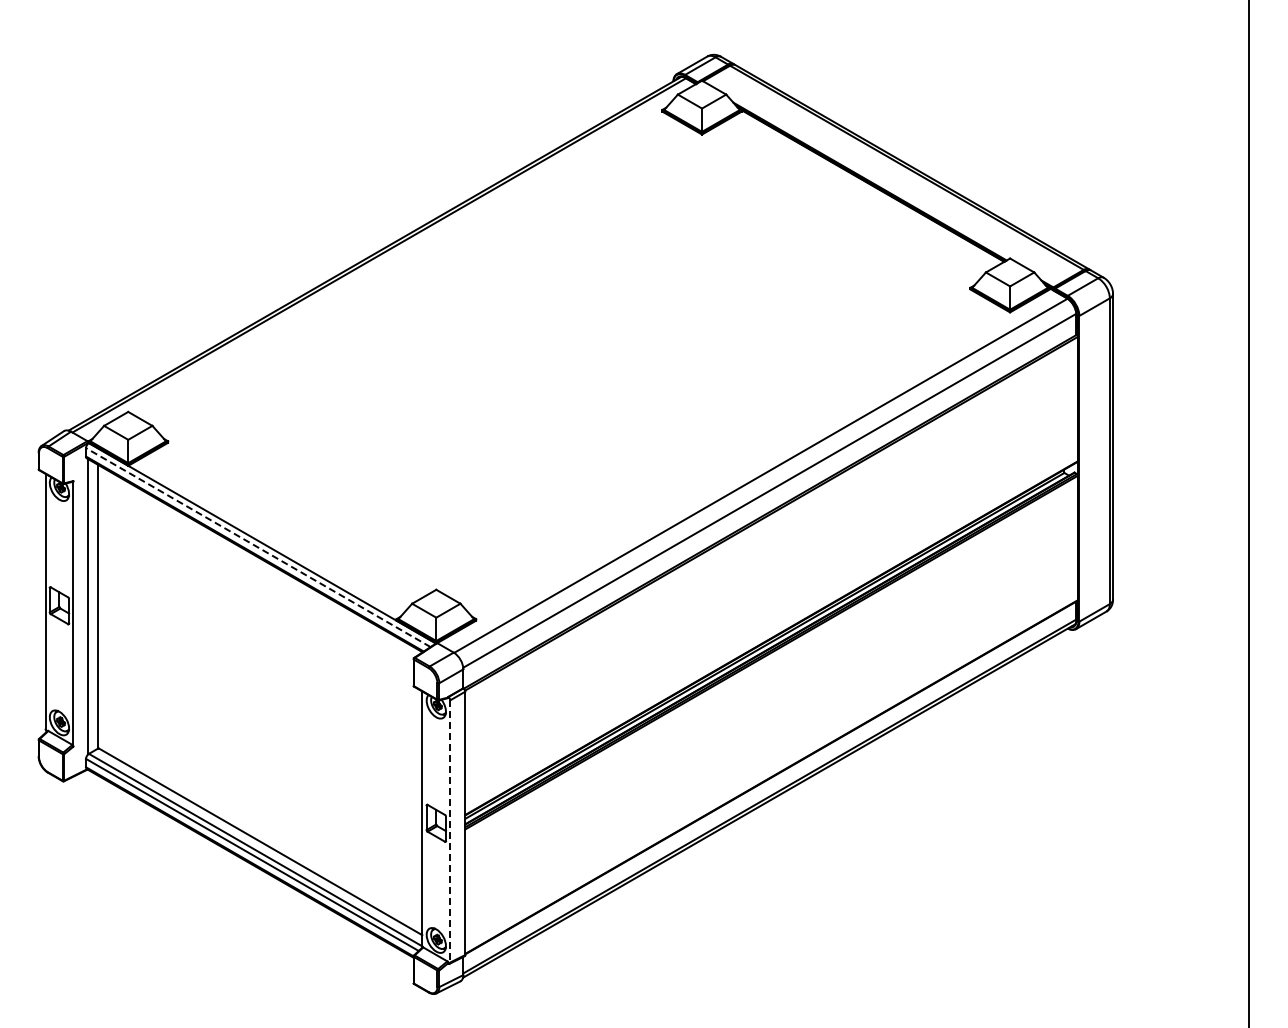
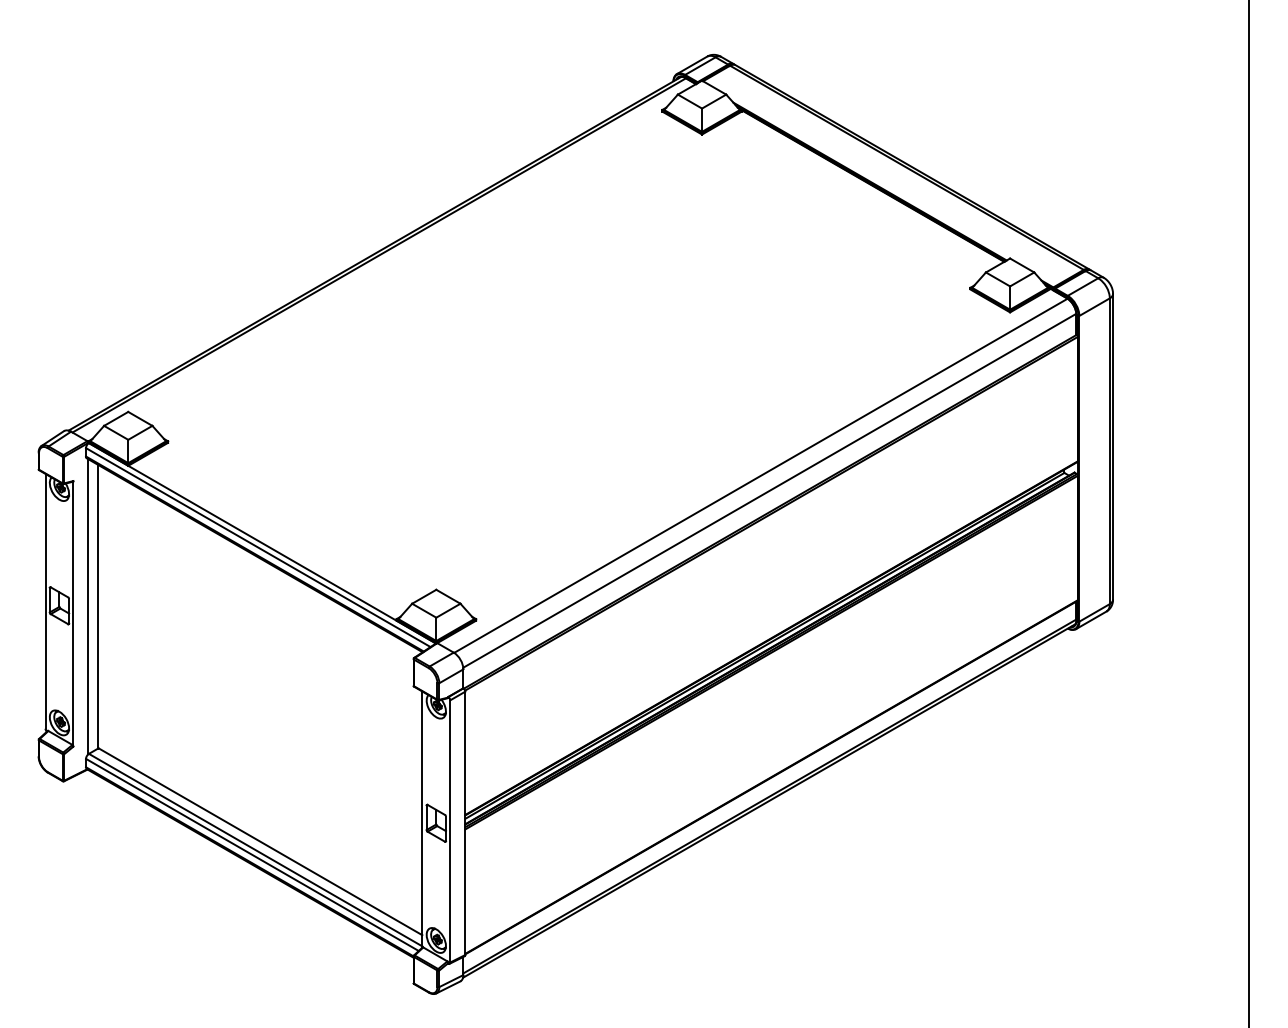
line at (258, 547): dashed -> solid
line at (450, 831): dashed -> solid
